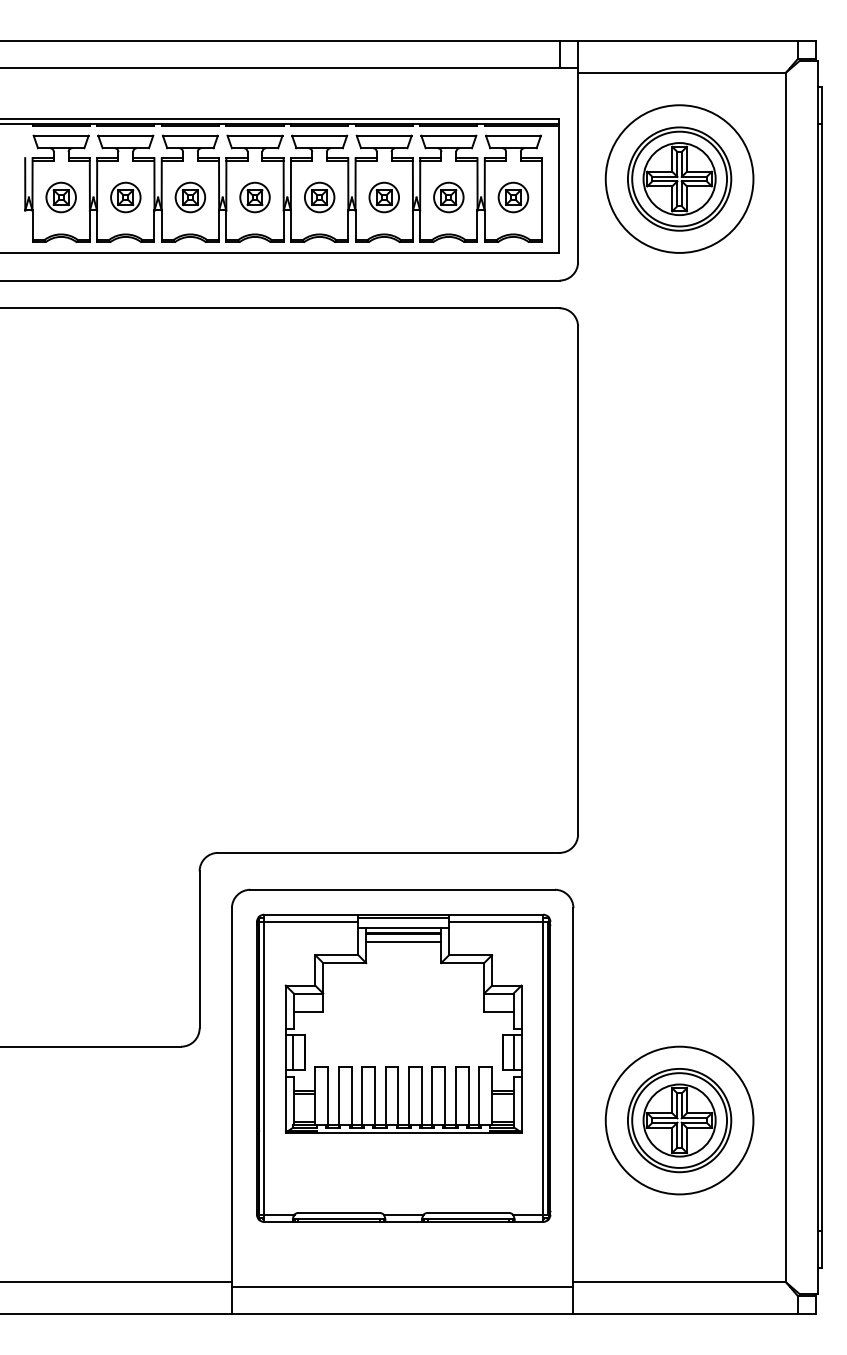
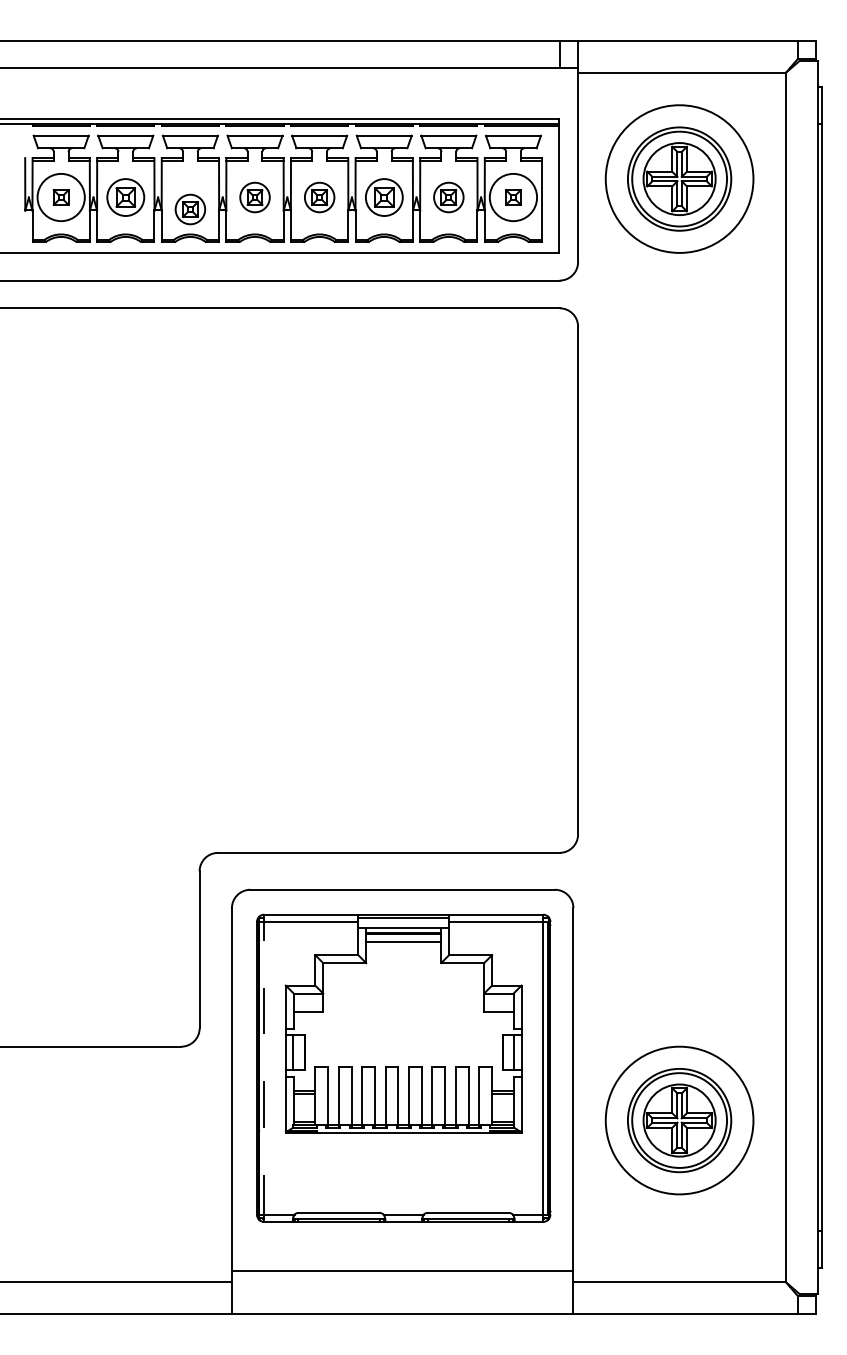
circle at (60, 197) diameter: 30 px -> 47 px
part at (125, 197) size: 32x33 px -> 40x39 px
part at (190, 197) position: (190, 197) -> (190, 209)
part at (383, 197) size: 32x33 px -> 39x39 px
circle at (513, 197) diameter: 30 px -> 47 px
line at (264, 1068): solid -> dashed
line at (402, 1286) position: (402, 1286) -> (402, 1270)
